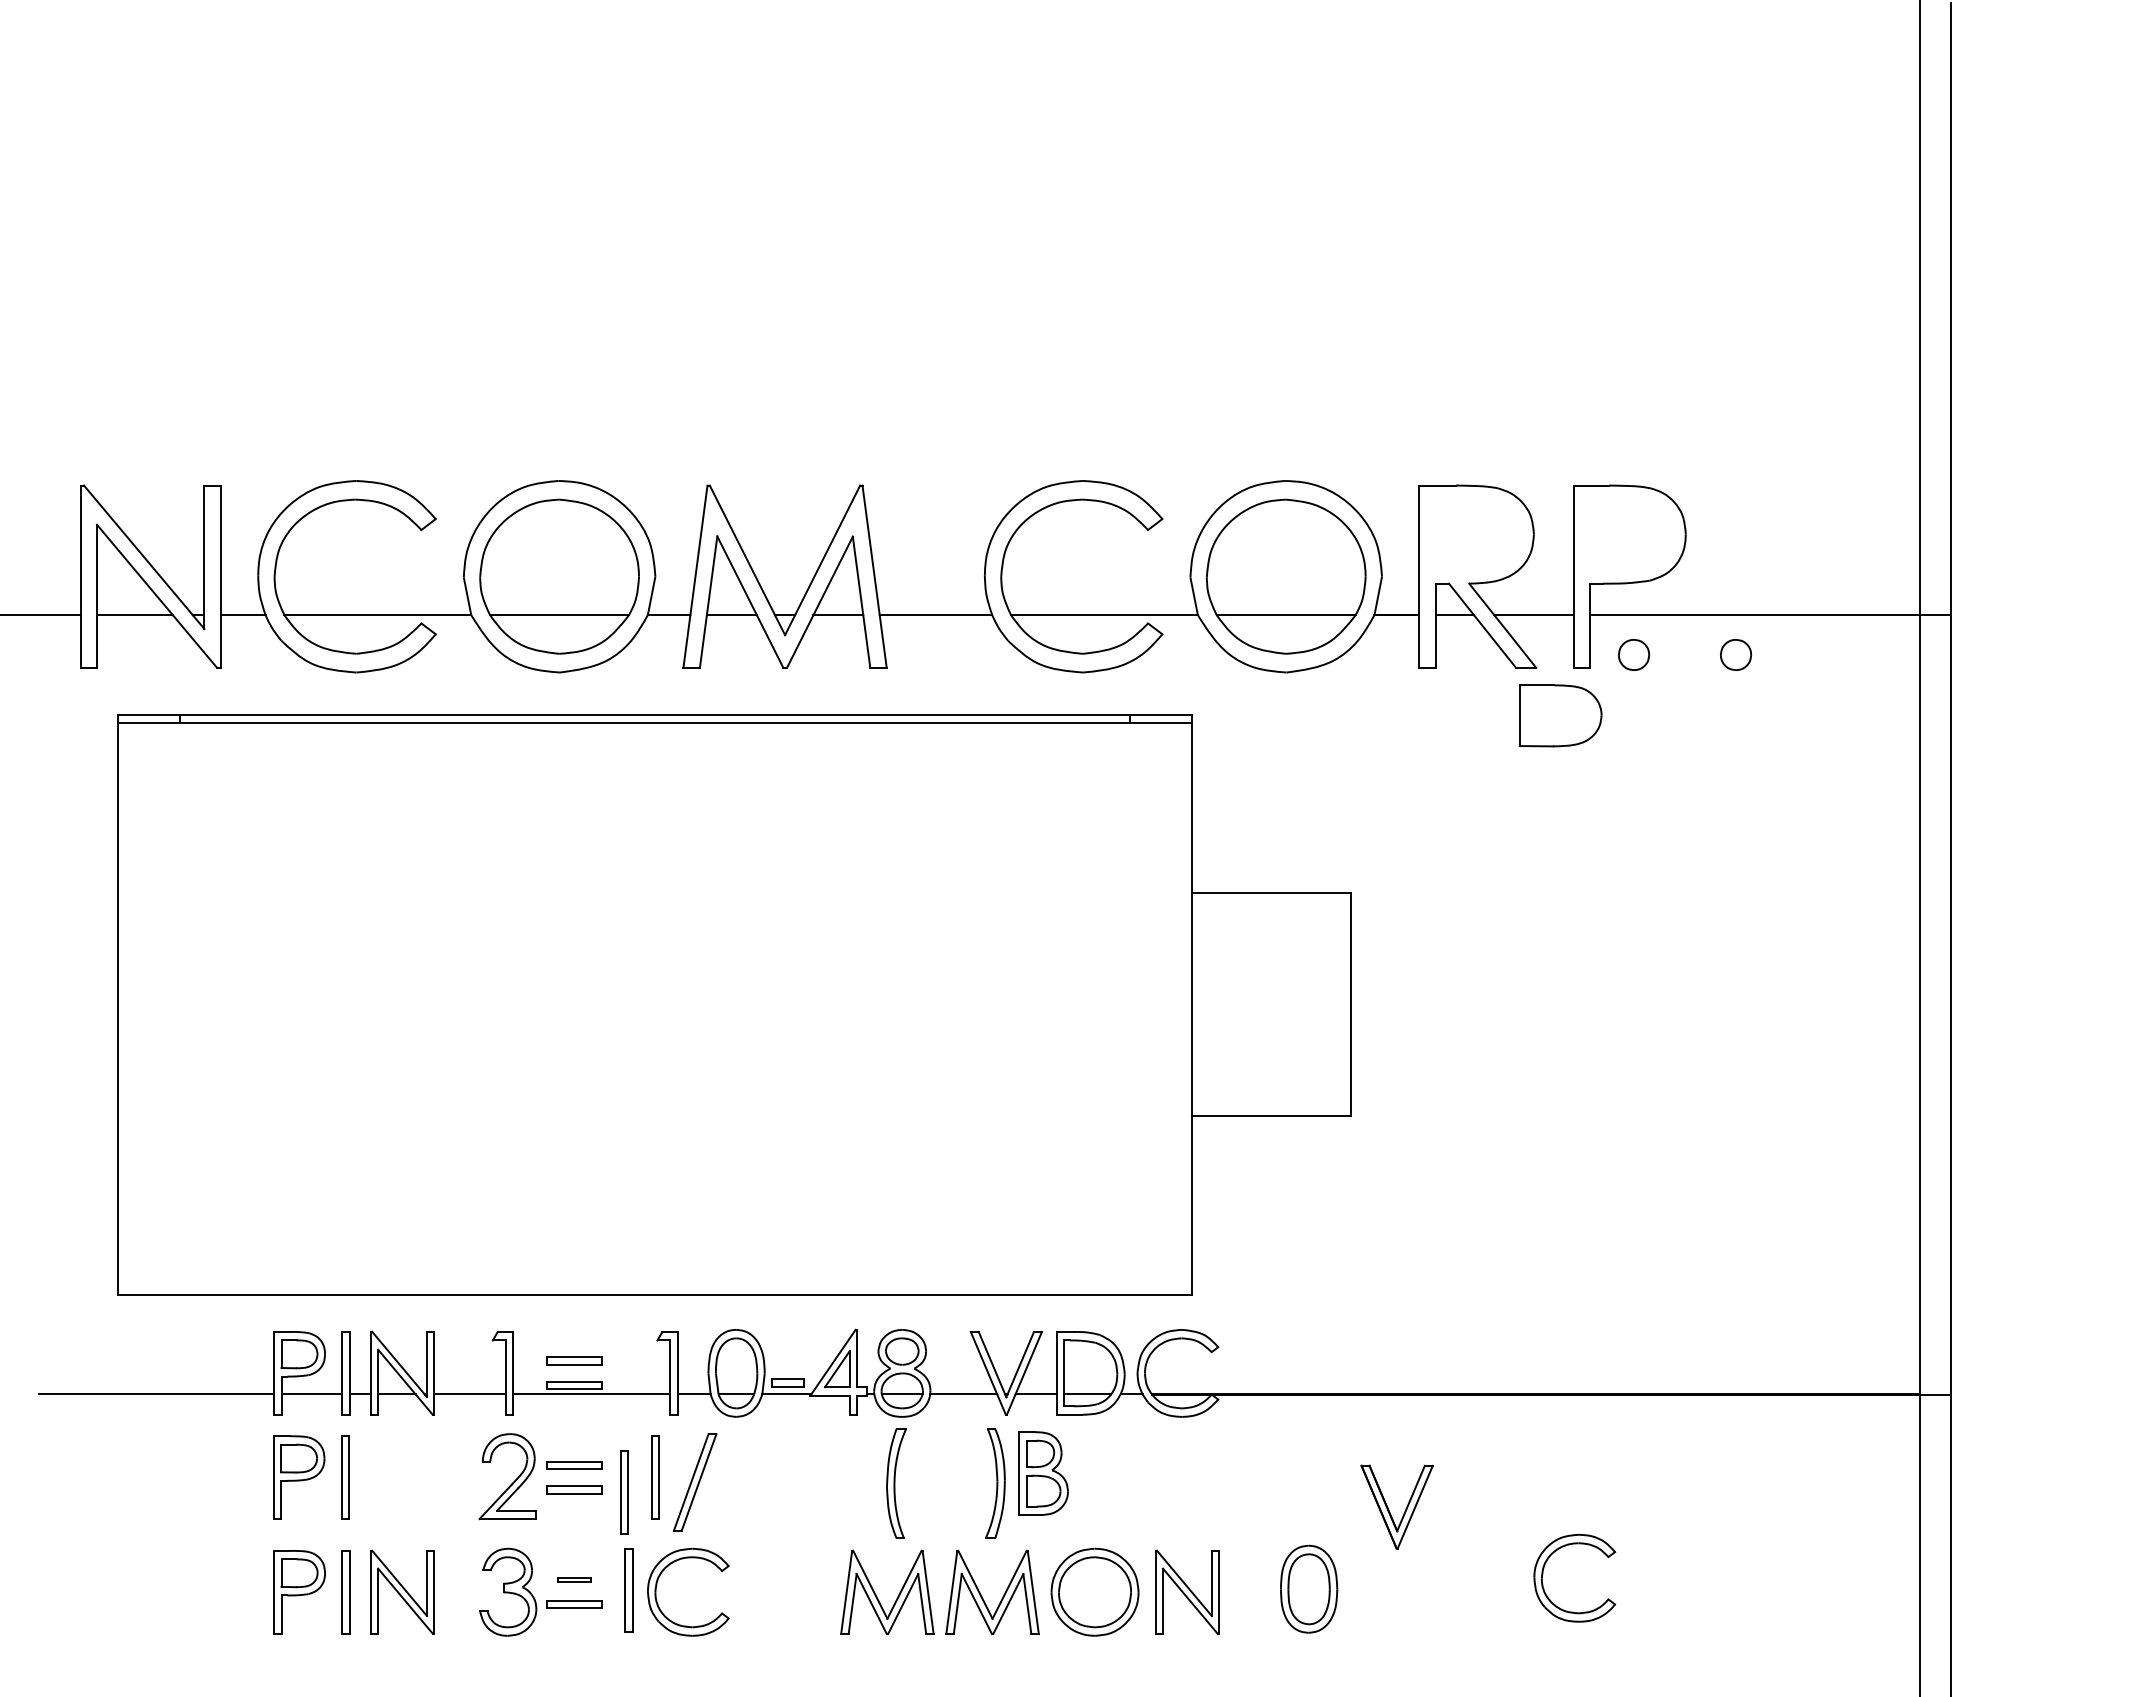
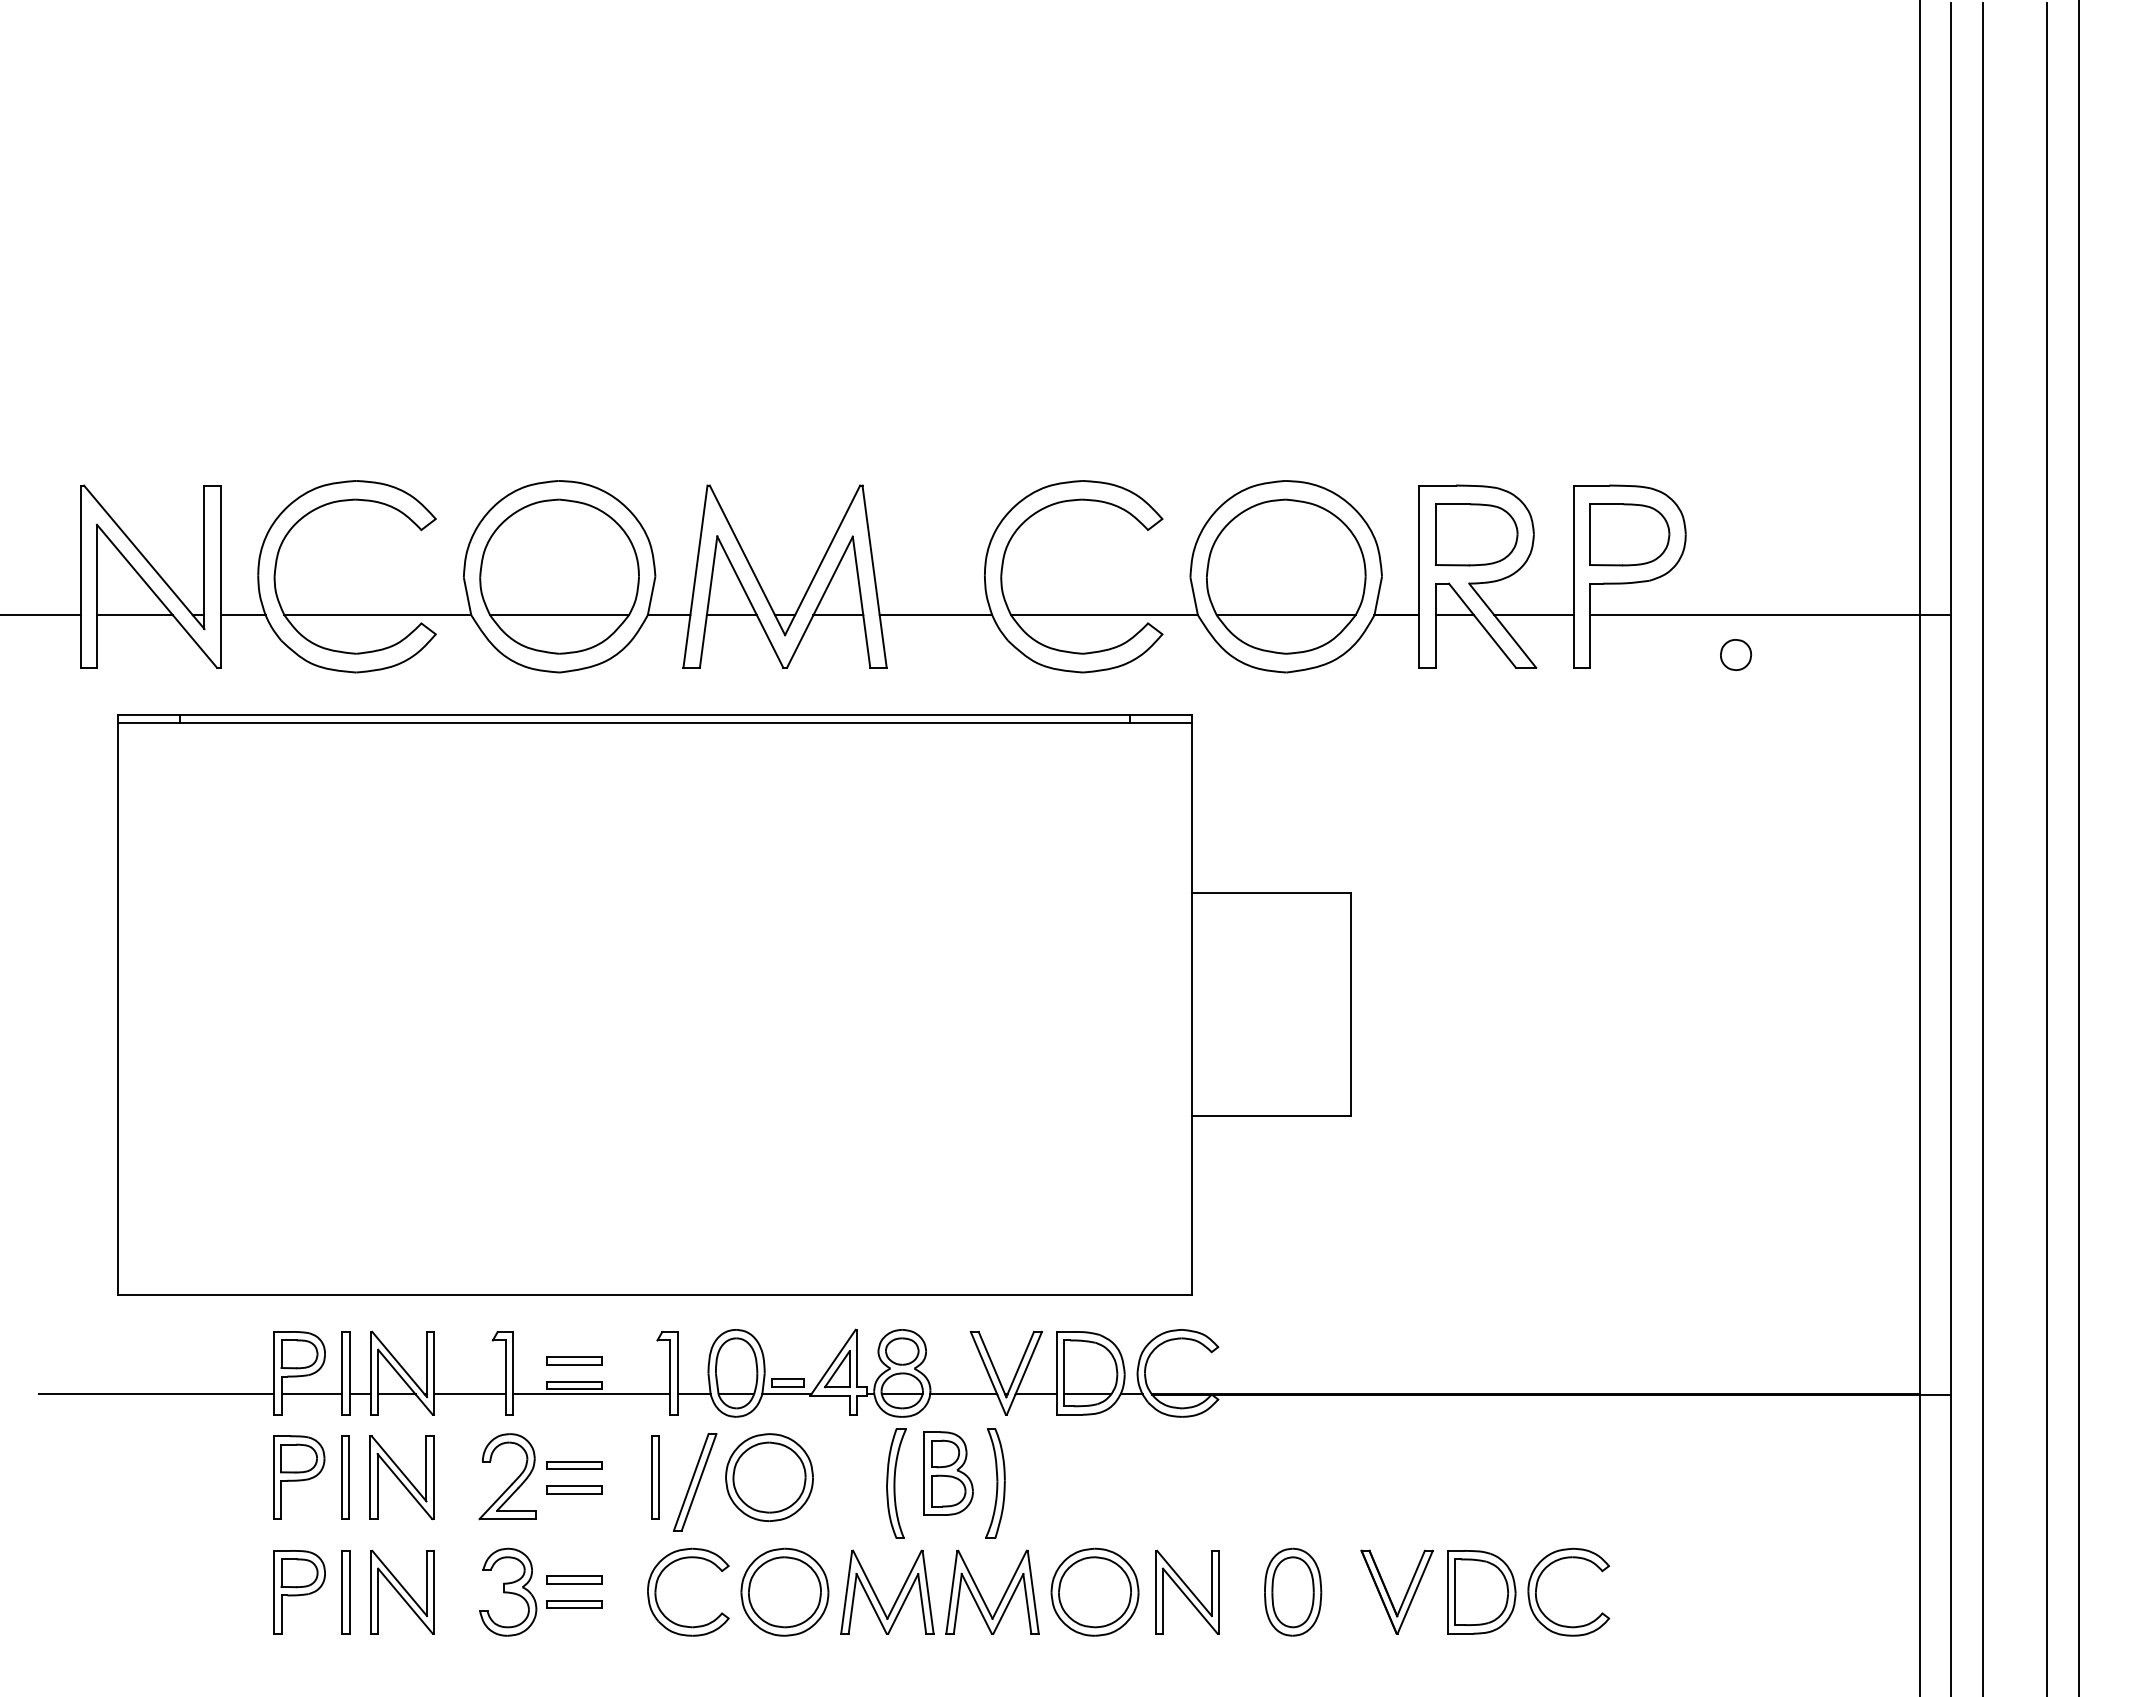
part at (1629, 534): none -> present
part at (1634, 654): present -> none
part at (1560, 715) position: (1560, 715) -> (1476, 534)
line at (1983, 847): none -> present
line at (2046, 847): none -> present
line at (2078, 847): none -> present
part at (1043, 1473) position: (1043, 1473) -> (948, 1473)
part at (401, 1477): none -> present
part at (769, 1477): none -> present
part at (624, 1492): present -> none
part at (1389, 1509) position: (1389, 1509) -> (1389, 1594)
part at (1543, 1574) position: (1543, 1574) -> (1537, 1588)
part at (574, 1579) size: 35x6 px -> 57x10 px
part at (1309, 1588) position: (1309, 1588) -> (1293, 1591)
part at (628, 1590): present -> none
part at (784, 1591): none -> present
part at (1481, 1592): none -> present
